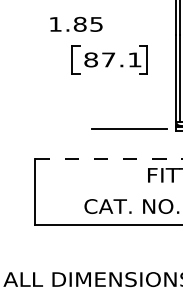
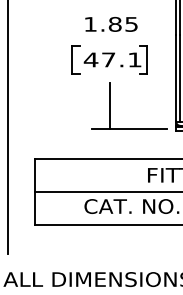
text at (76, 24) position: (76, 24) -> (111, 24)
text at (90, 59): 87.1 -> 47.1
line at (109, 105): none -> present
line at (8, 128): none -> present
line at (109, 158): dashed -> solid
line at (107, 192): none -> present
